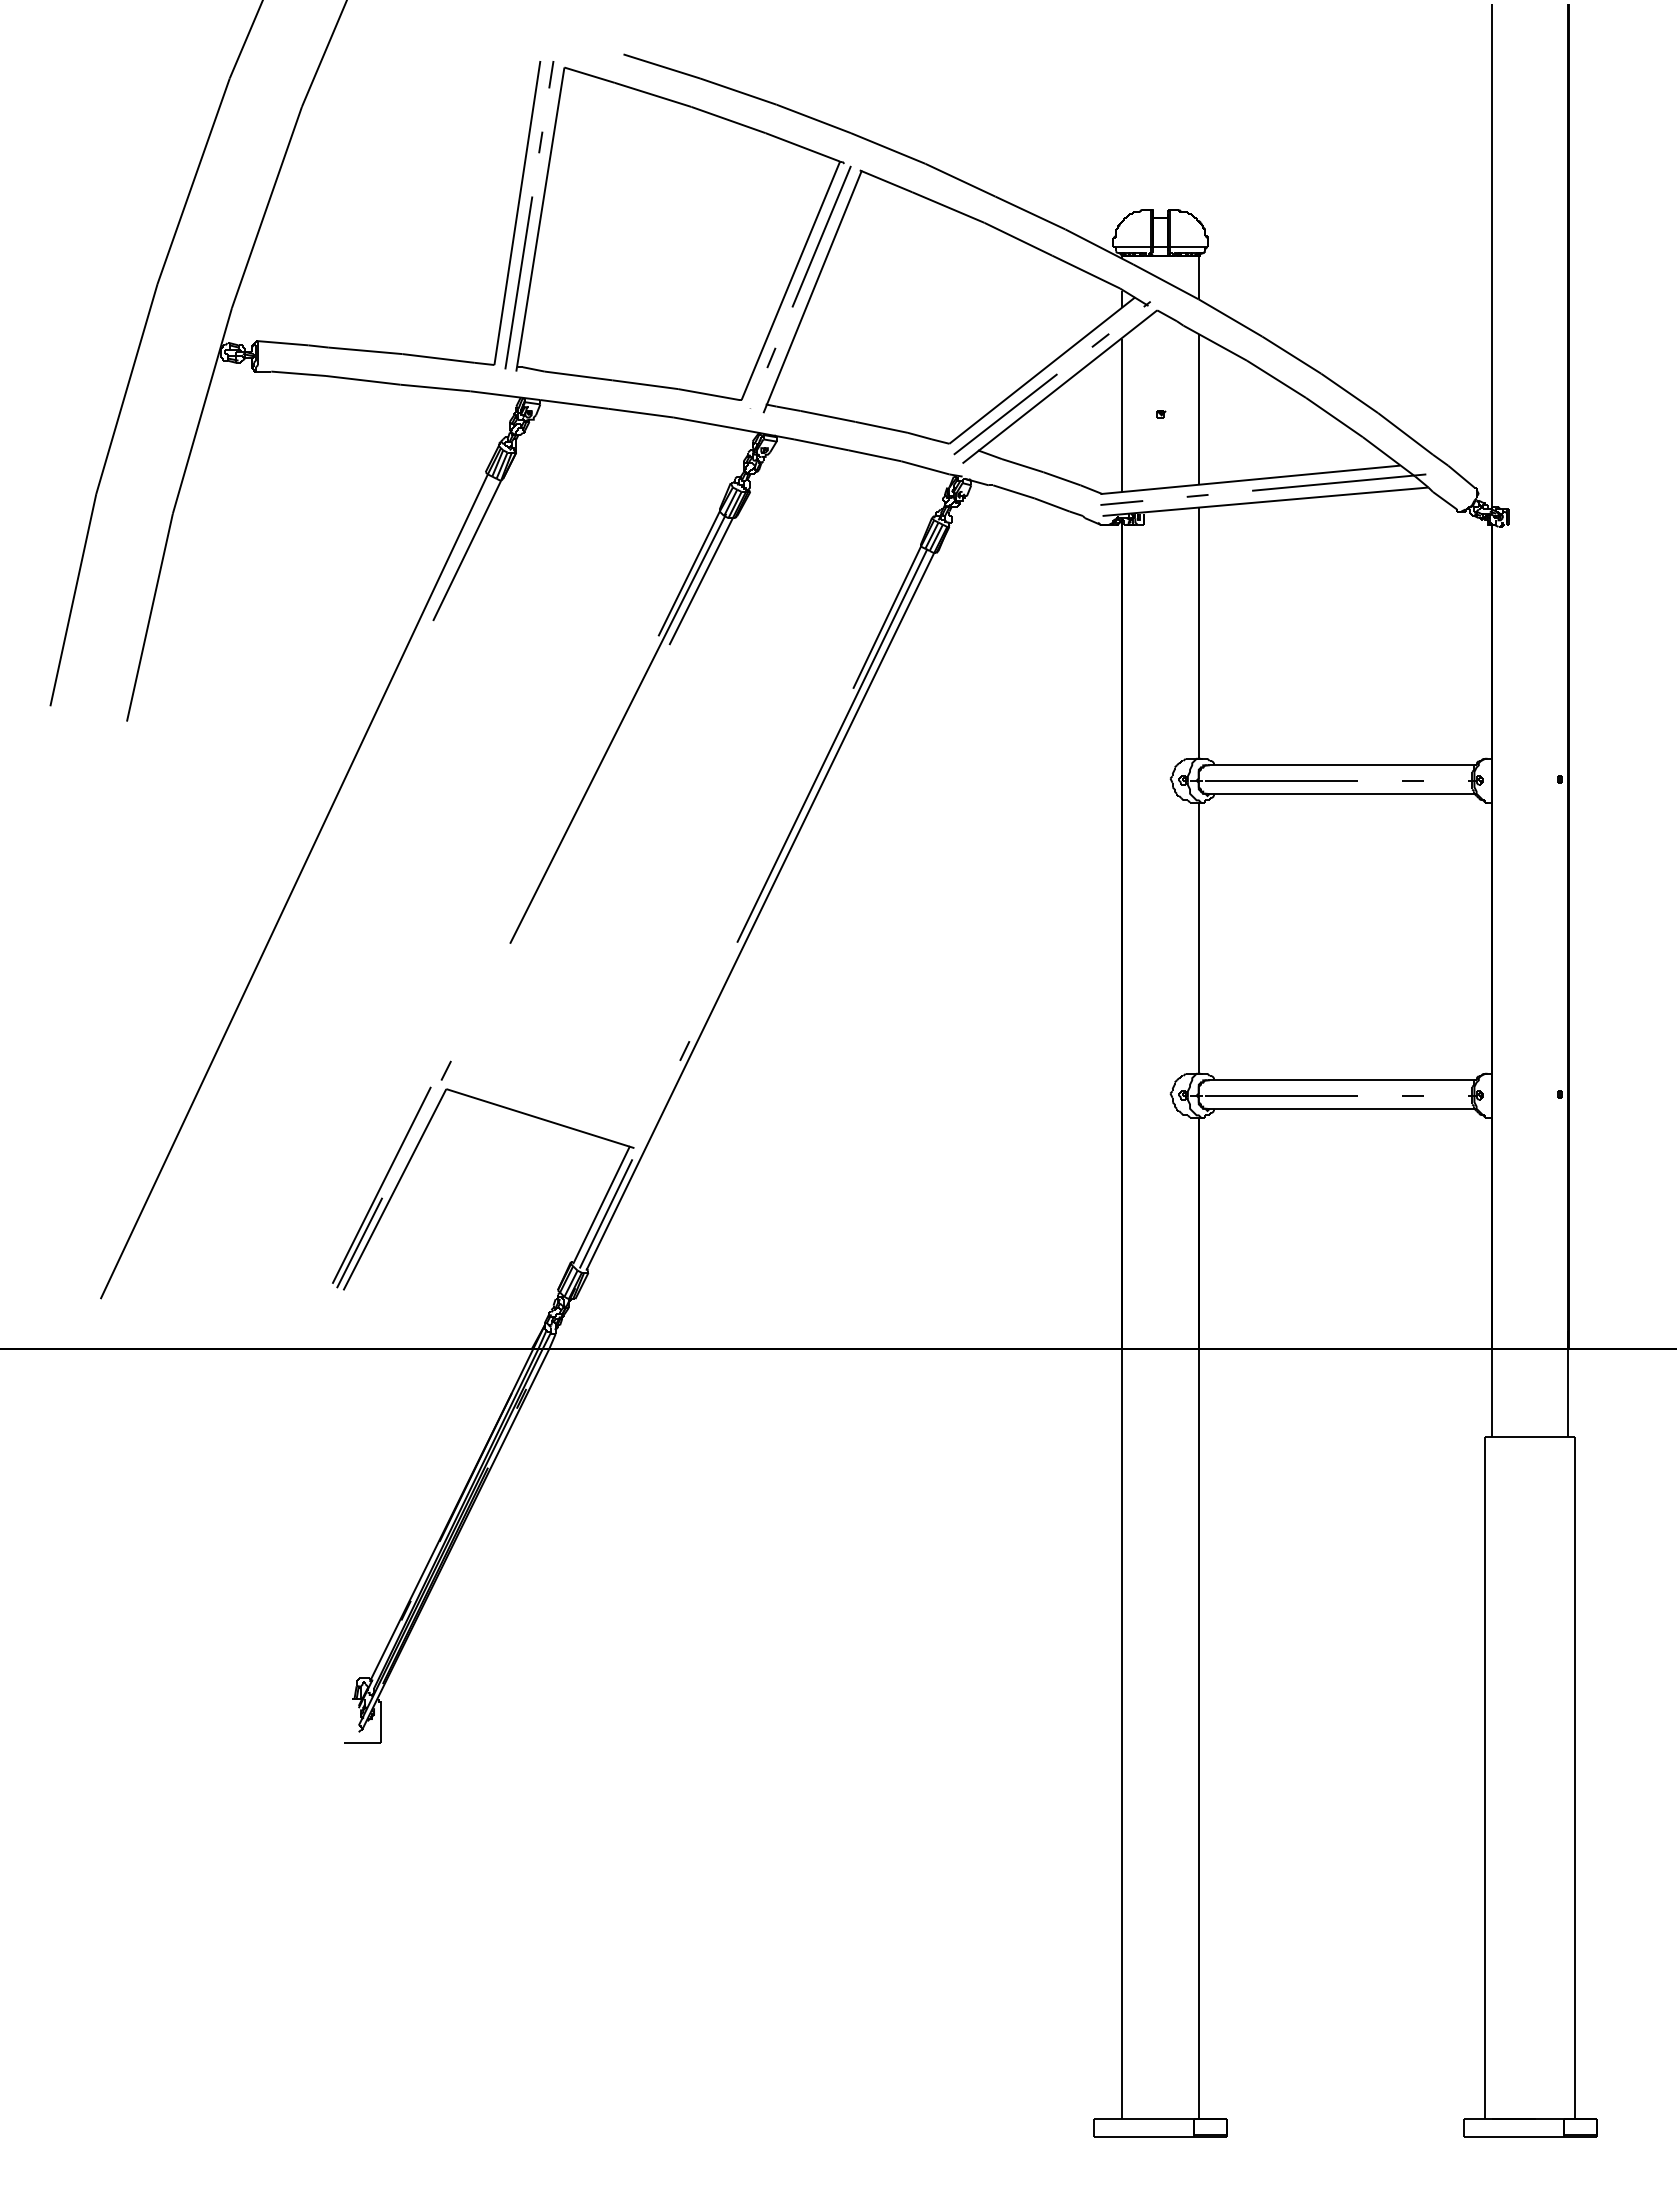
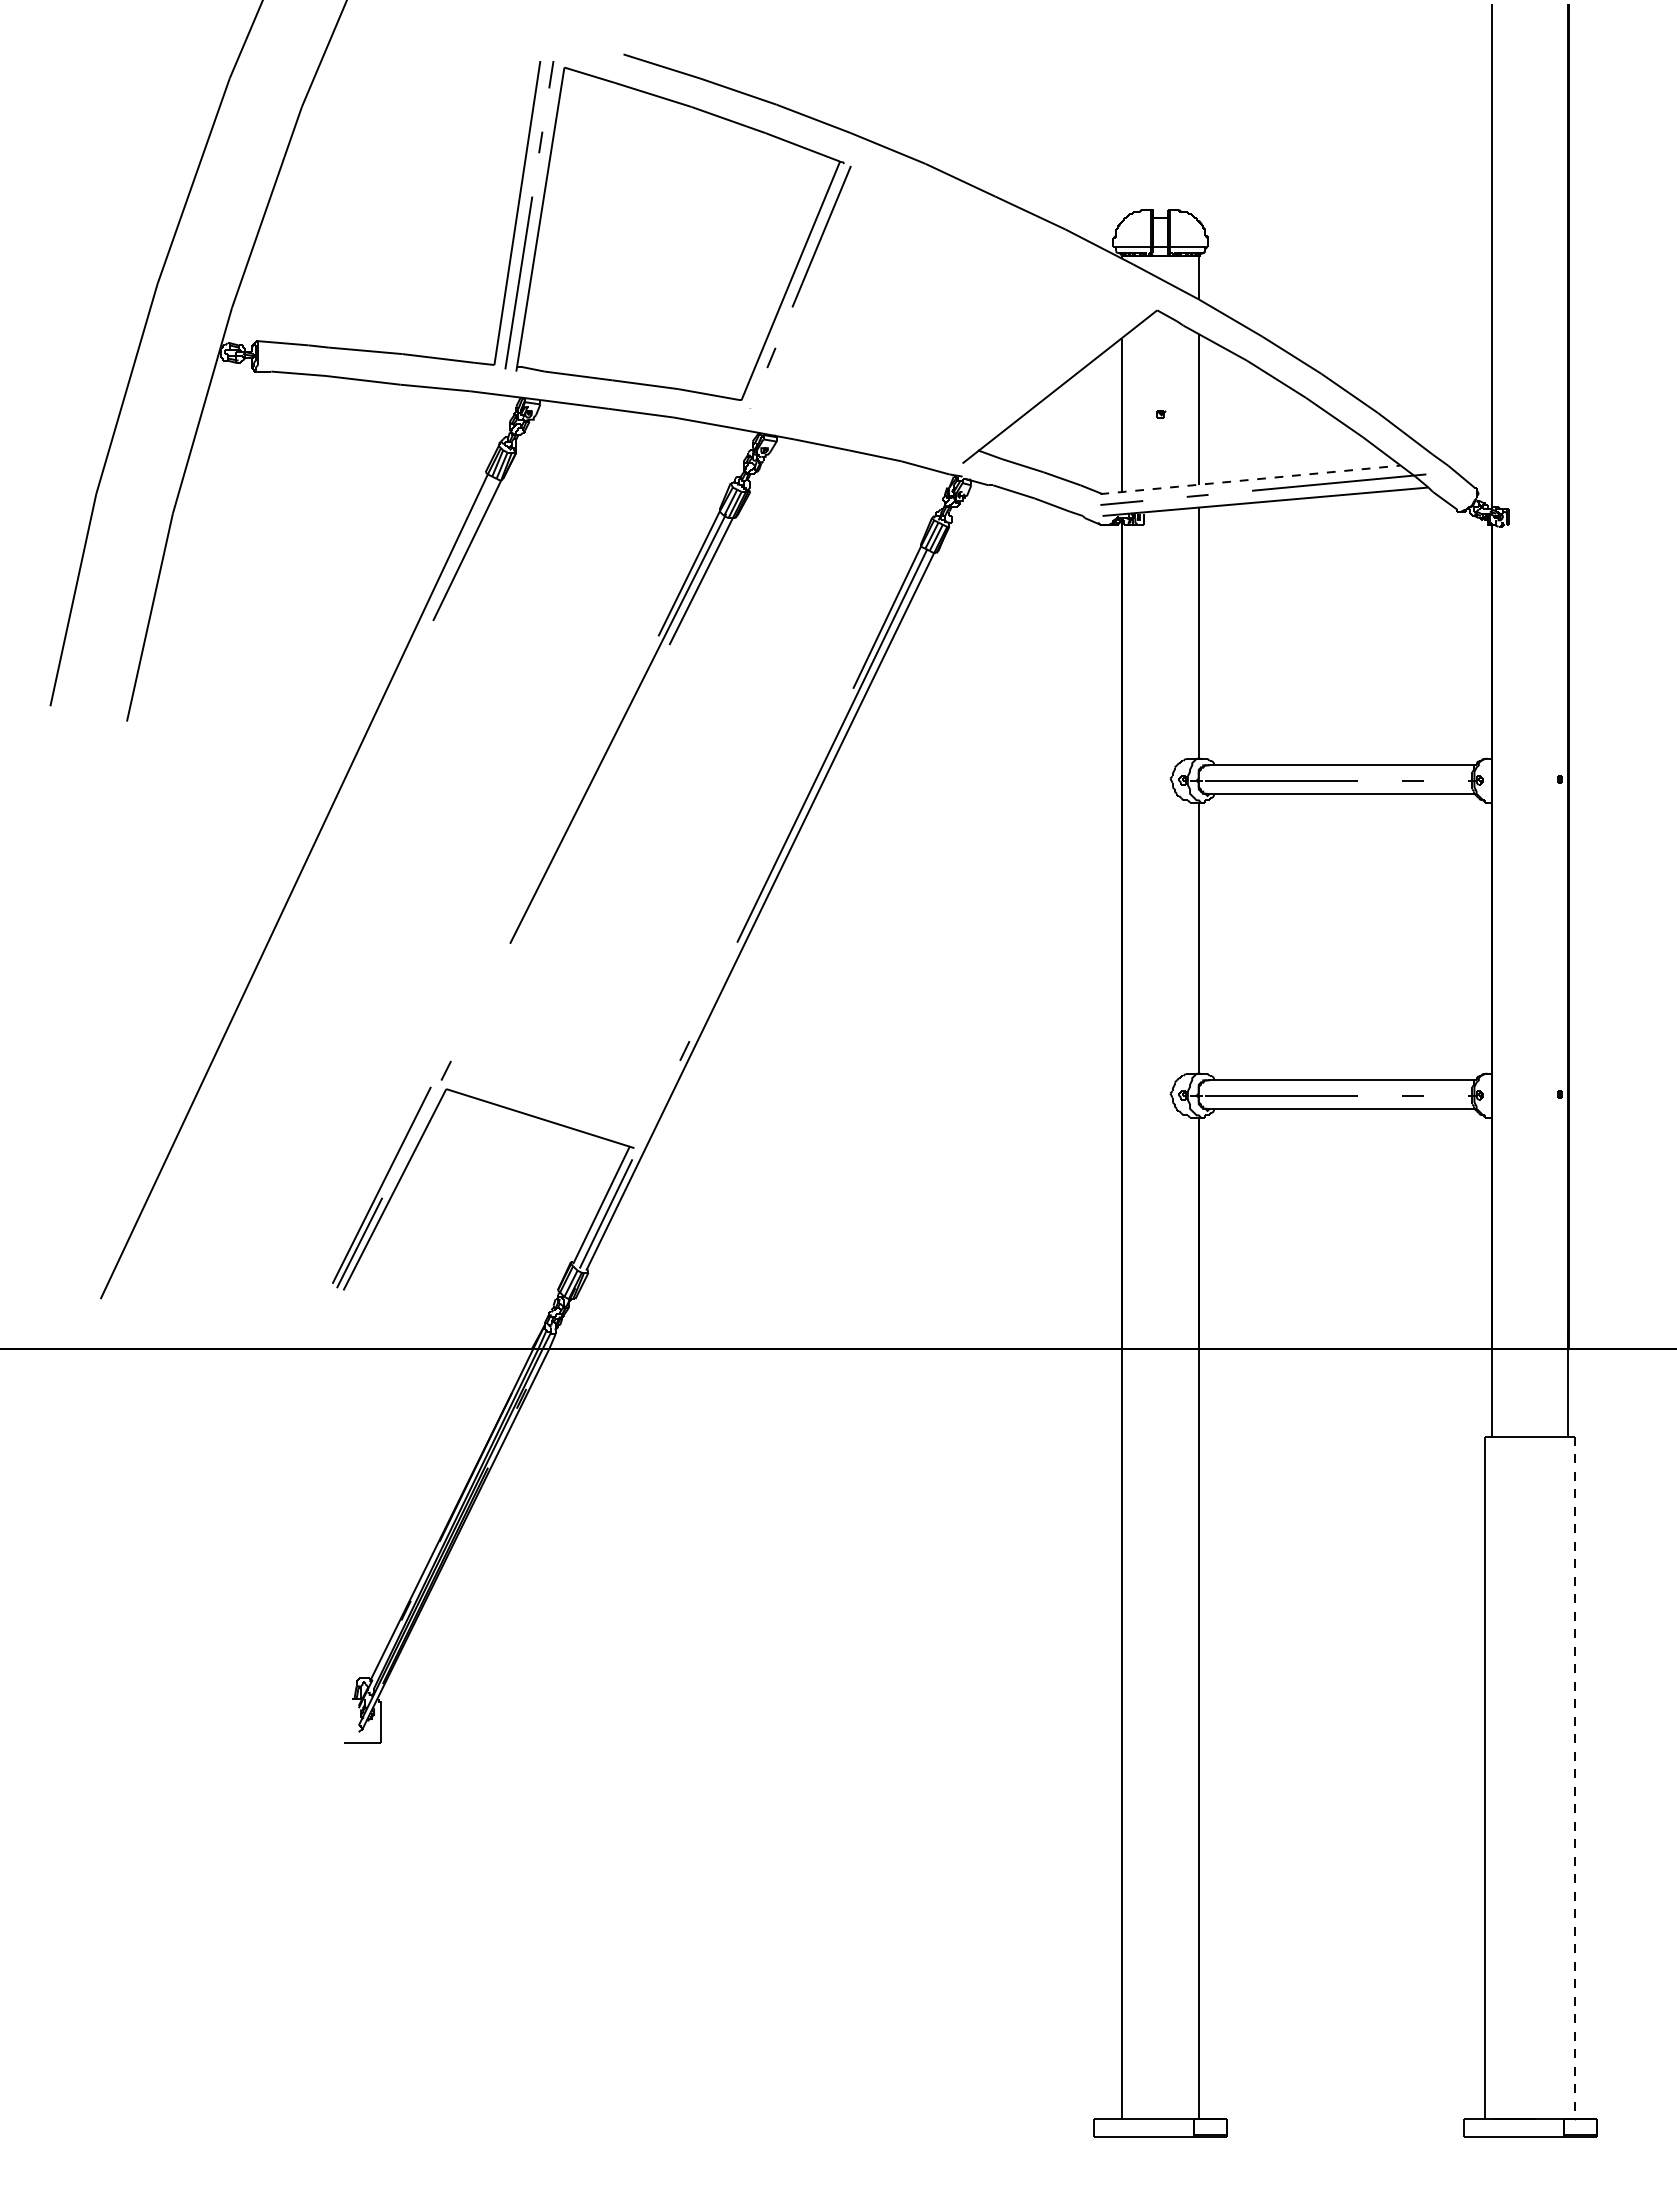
part at (956, 312): present -> none
line at (1250, 479): solid -> dashed
line at (1575, 1778): solid -> dashed
